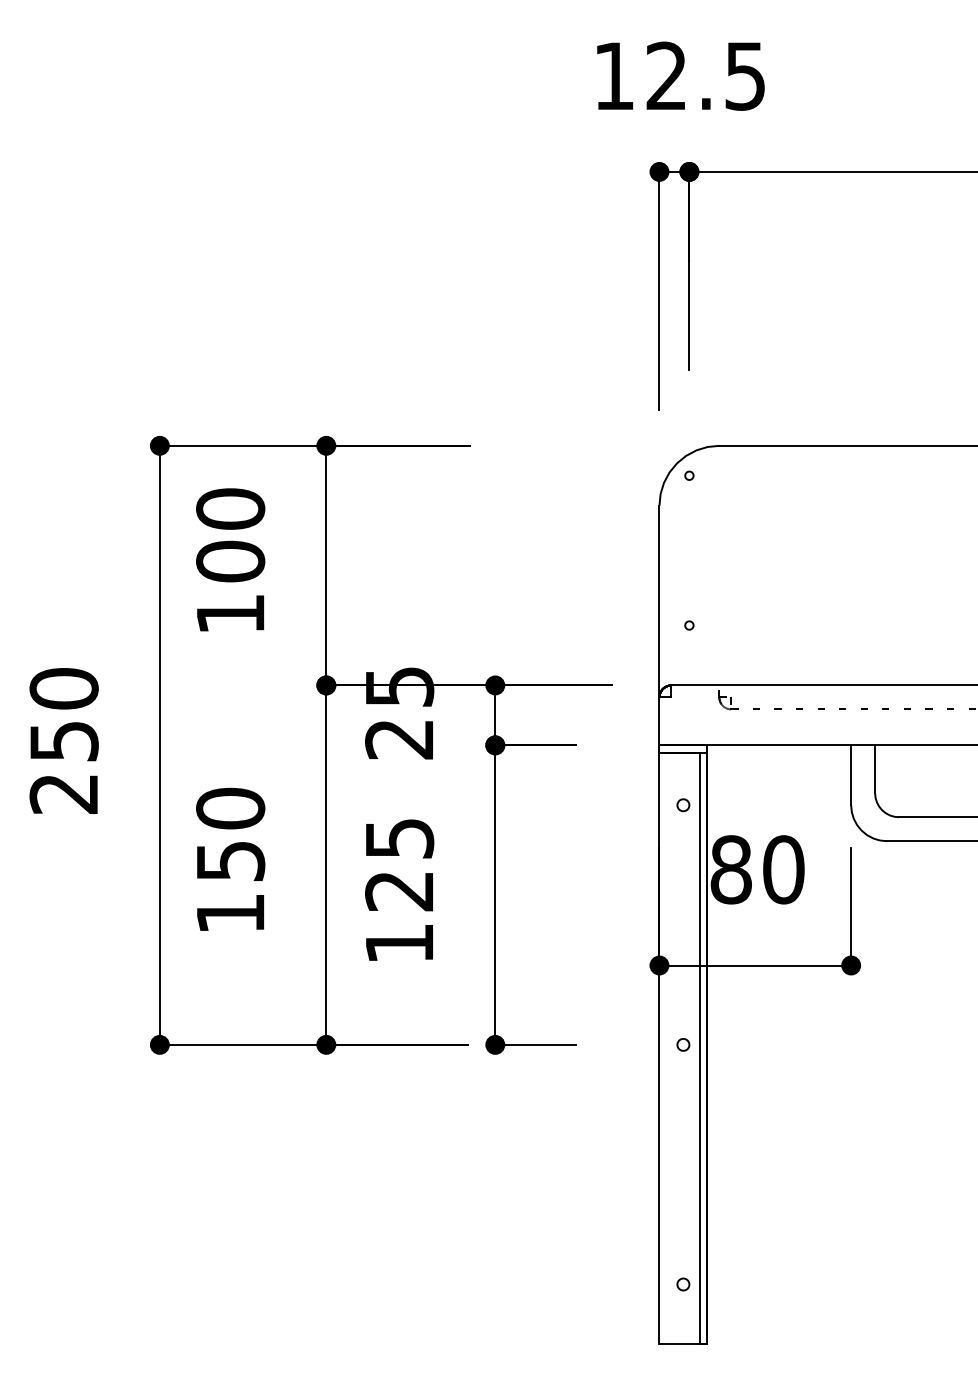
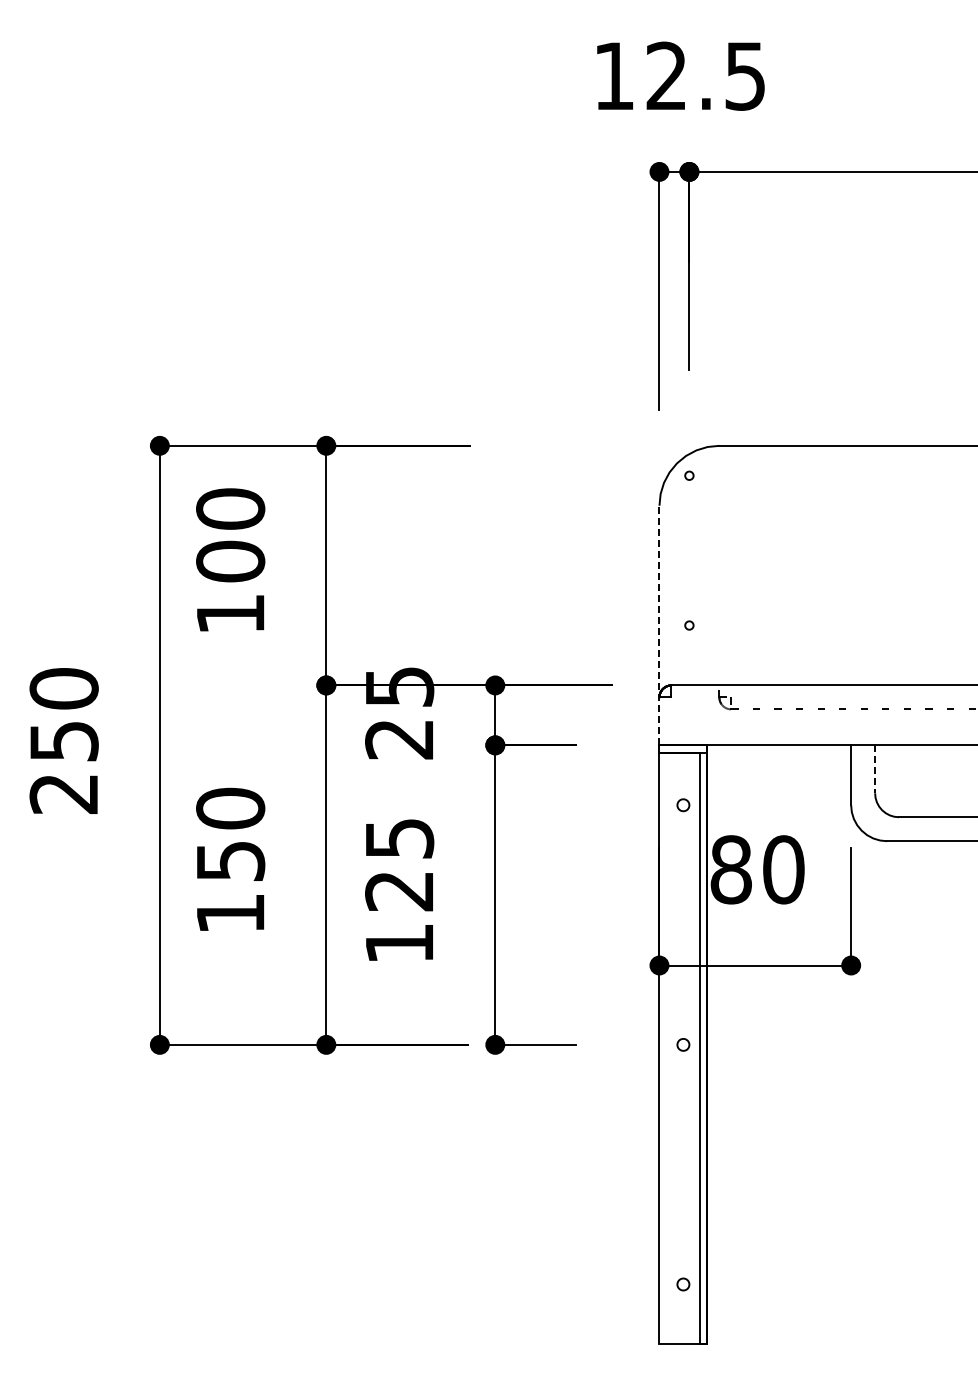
line at (659, 625): solid -> dashed
line at (875, 769): solid -> dashed
